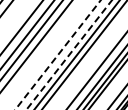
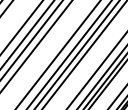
line at (58, 54): dashed -> solid
line at (69, 54): dashed -> solid
